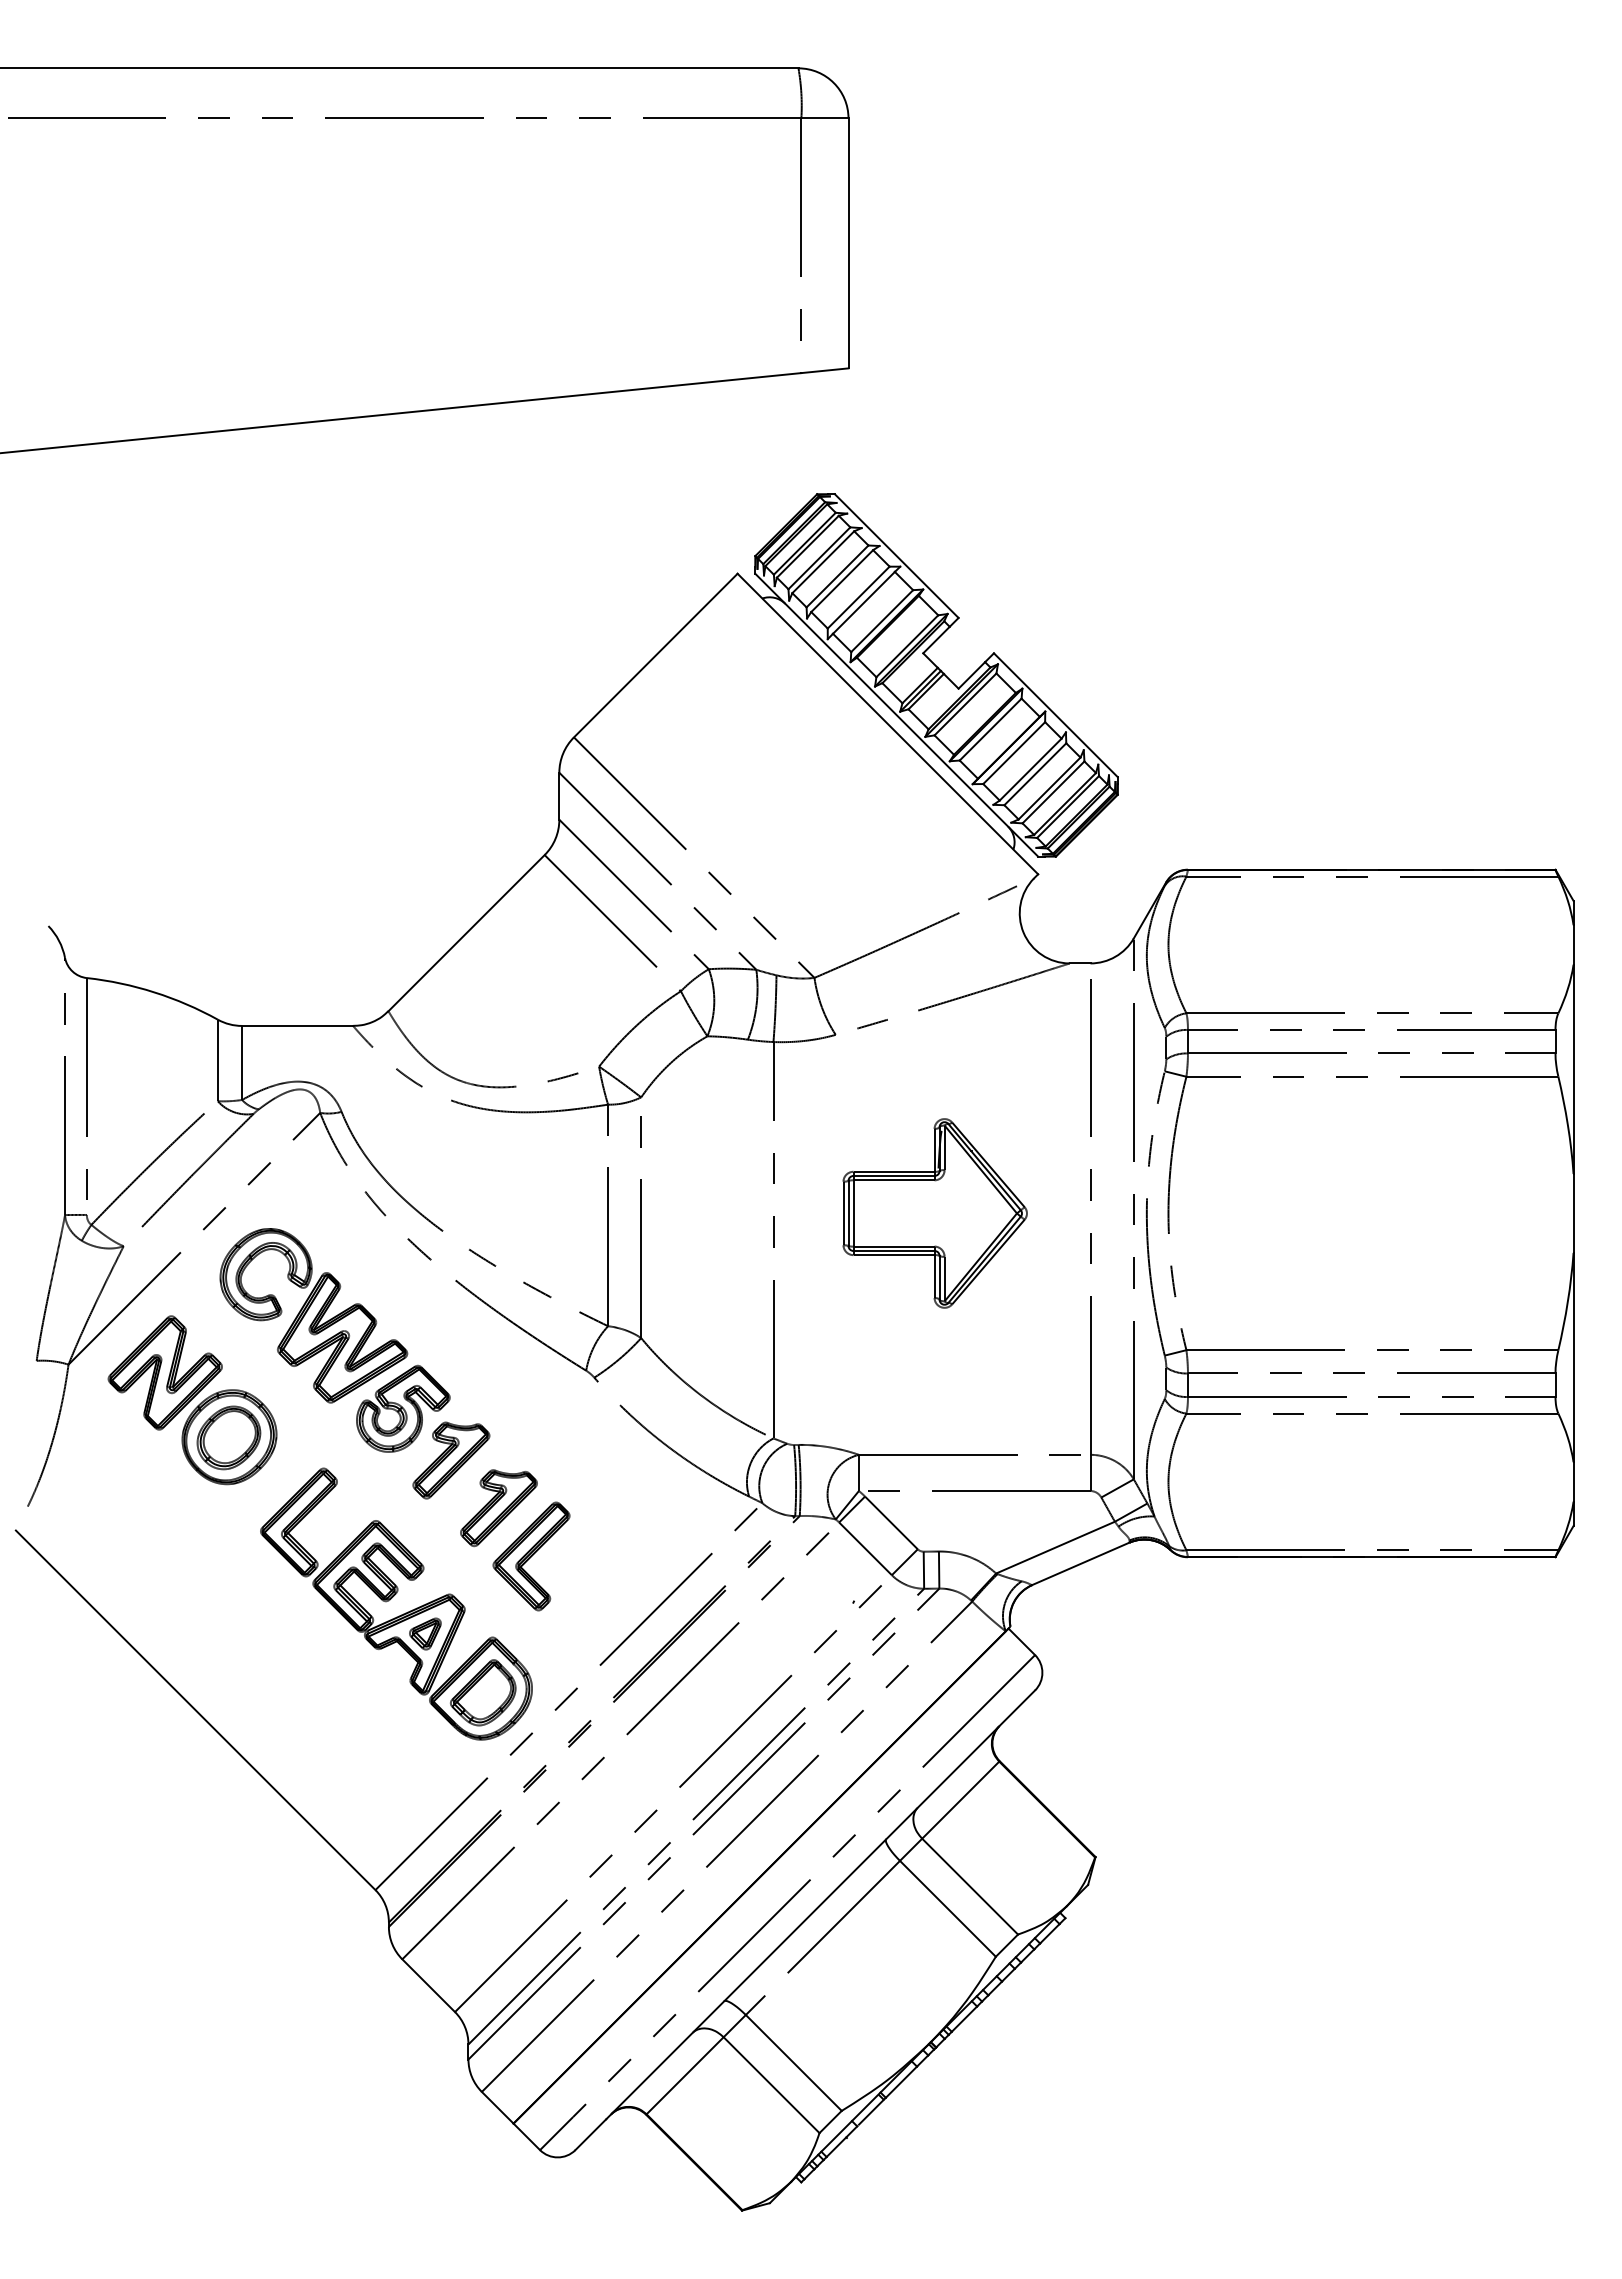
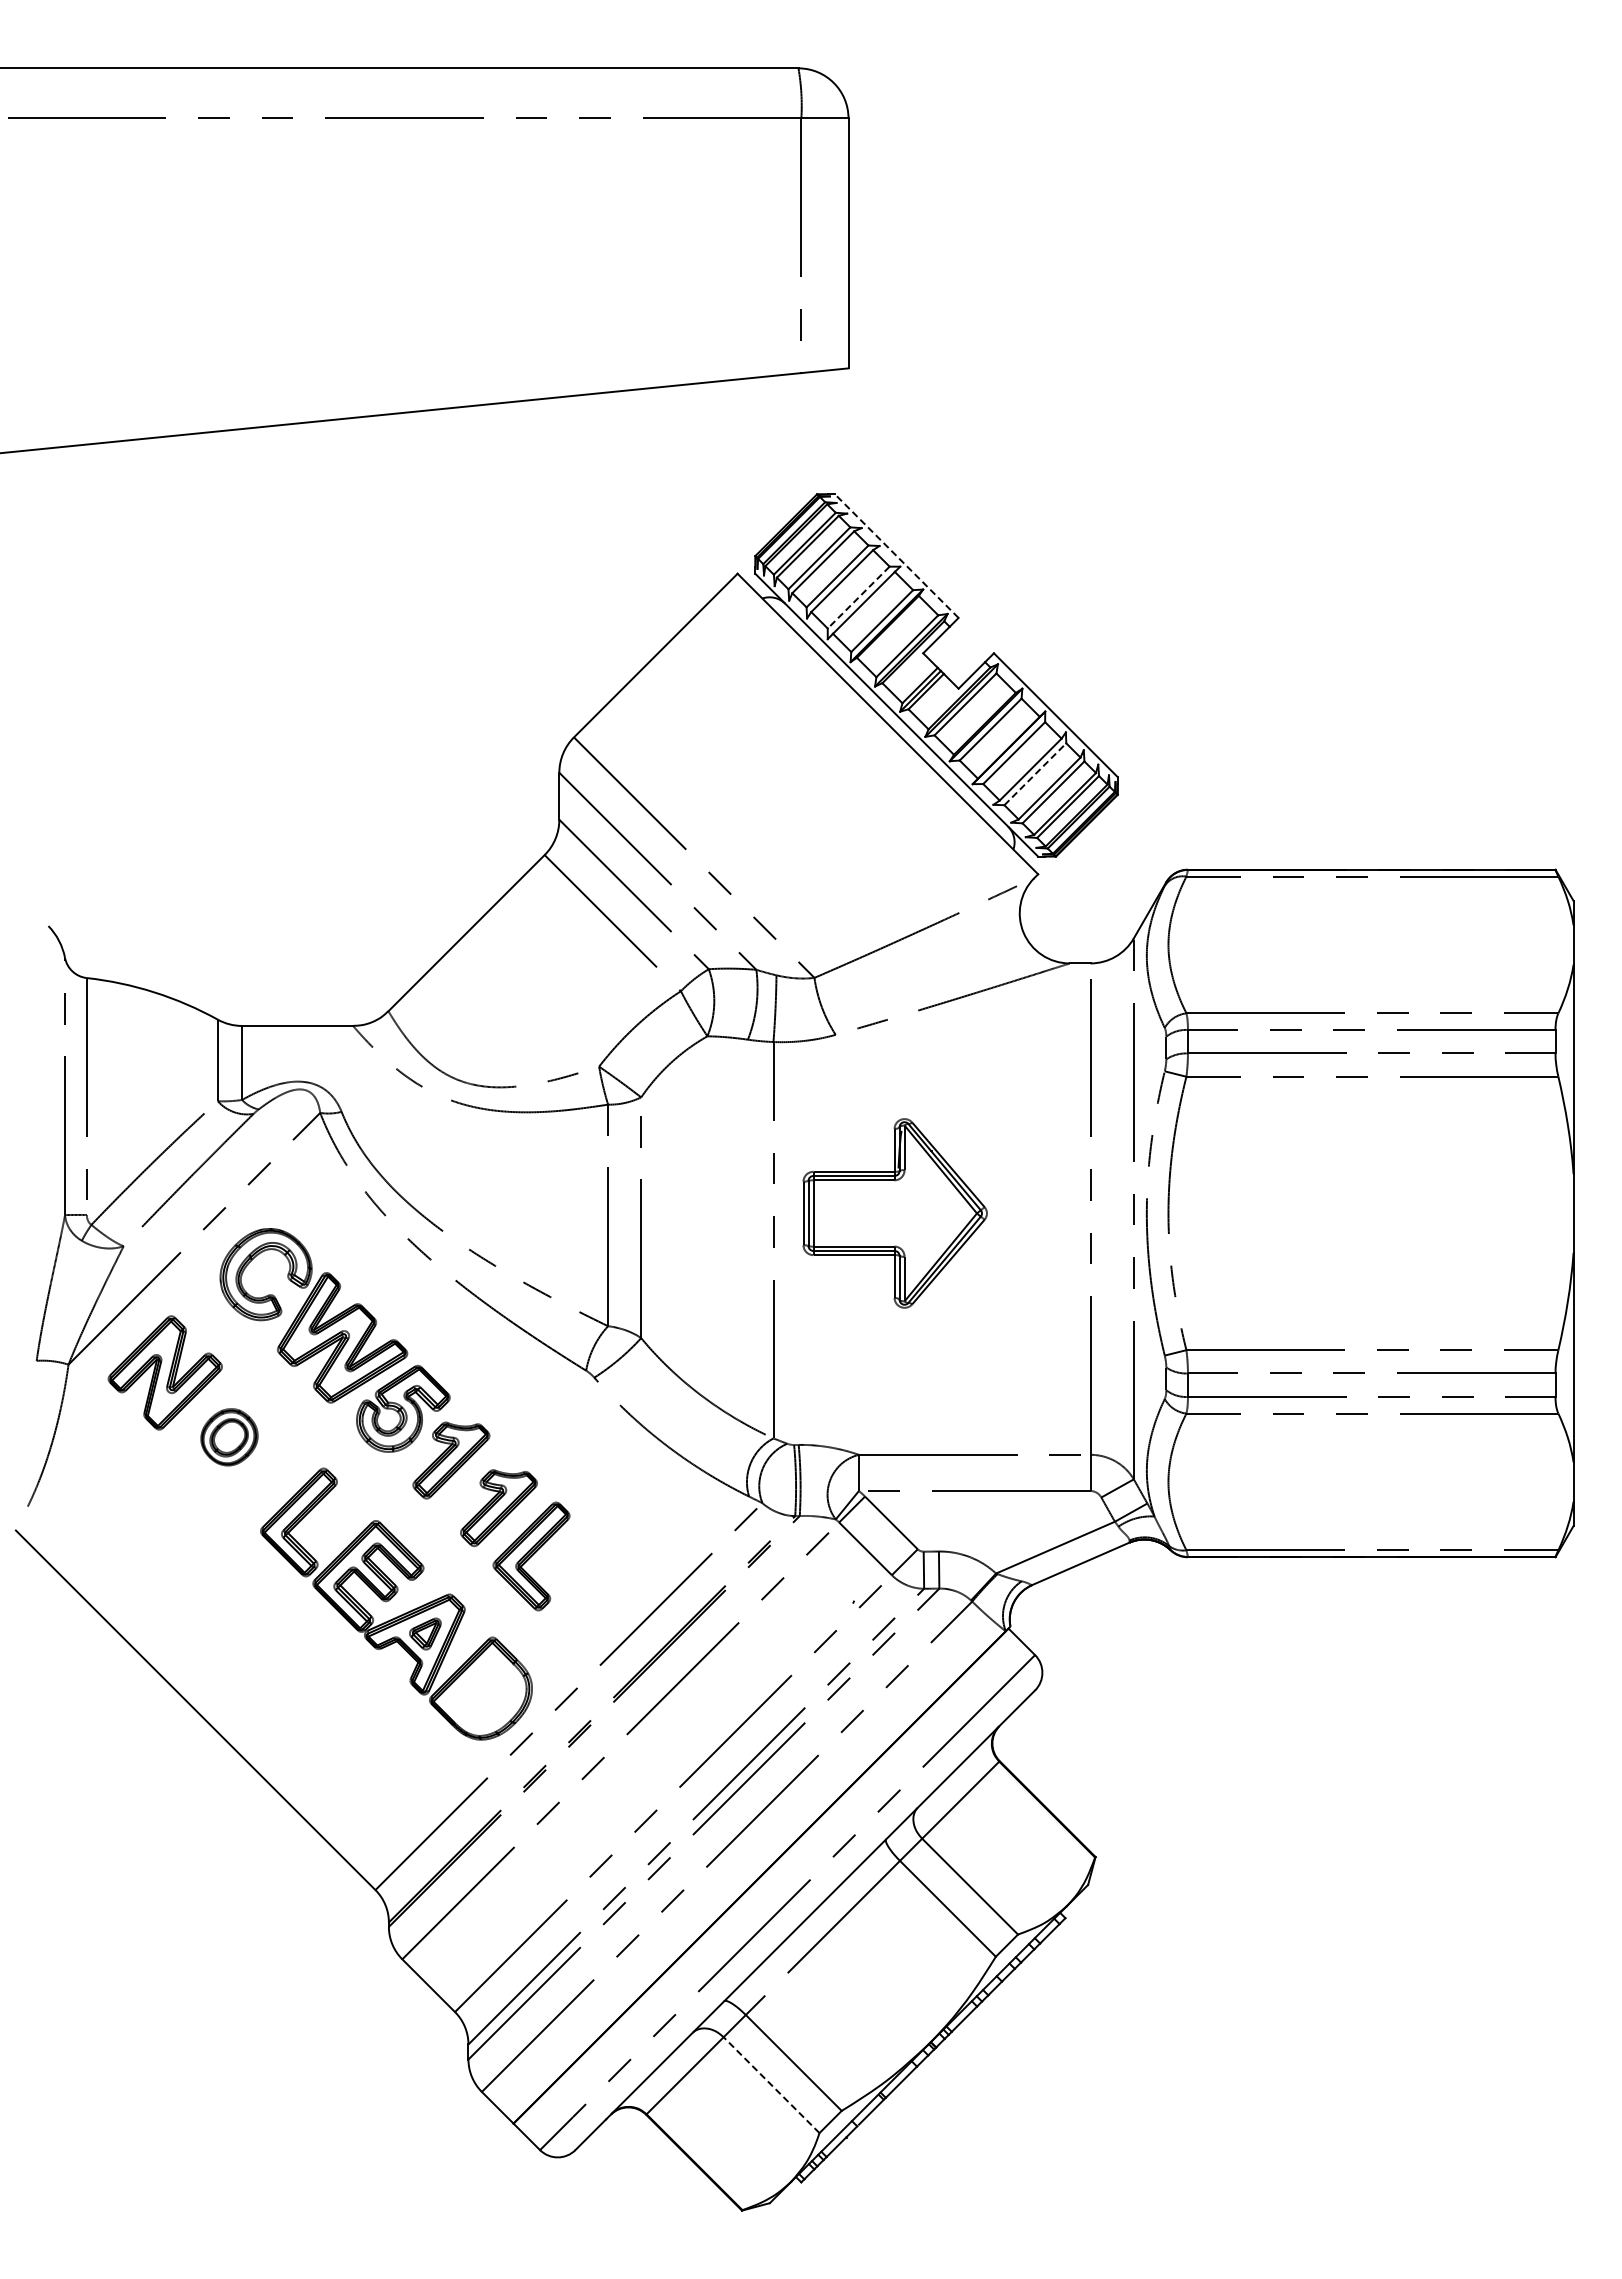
line at (896, 556): solid -> dashed
line at (858, 597): solid -> dashed
line at (1035, 774): solid -> dashed
part at (934, 1213) position: (934, 1213) -> (894, 1213)
part at (229, 1437) size: 97x97 px -> 59x59 px
part at (483, 1692): present -> none
line at (771, 2085): solid -> dashed
